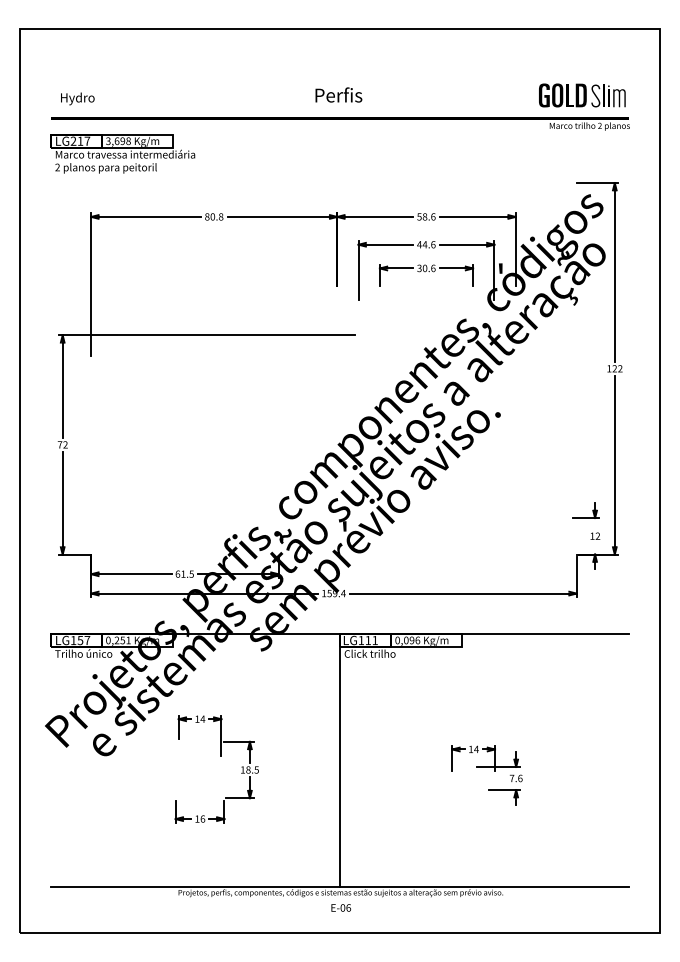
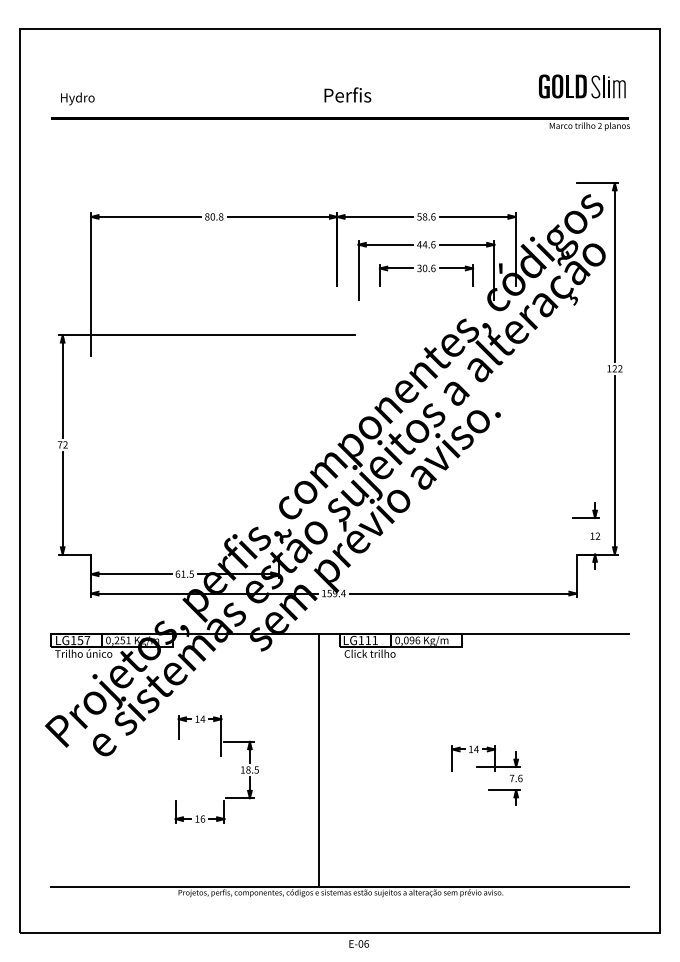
text at (338, 94) position: (338, 94) -> (347, 94)
part at (582, 95) position: (582, 95) -> (582, 86)
part at (122, 153): present -> none
line at (339, 760) position: (339, 760) -> (318, 760)
text at (341, 907) position: (341, 907) -> (359, 943)
